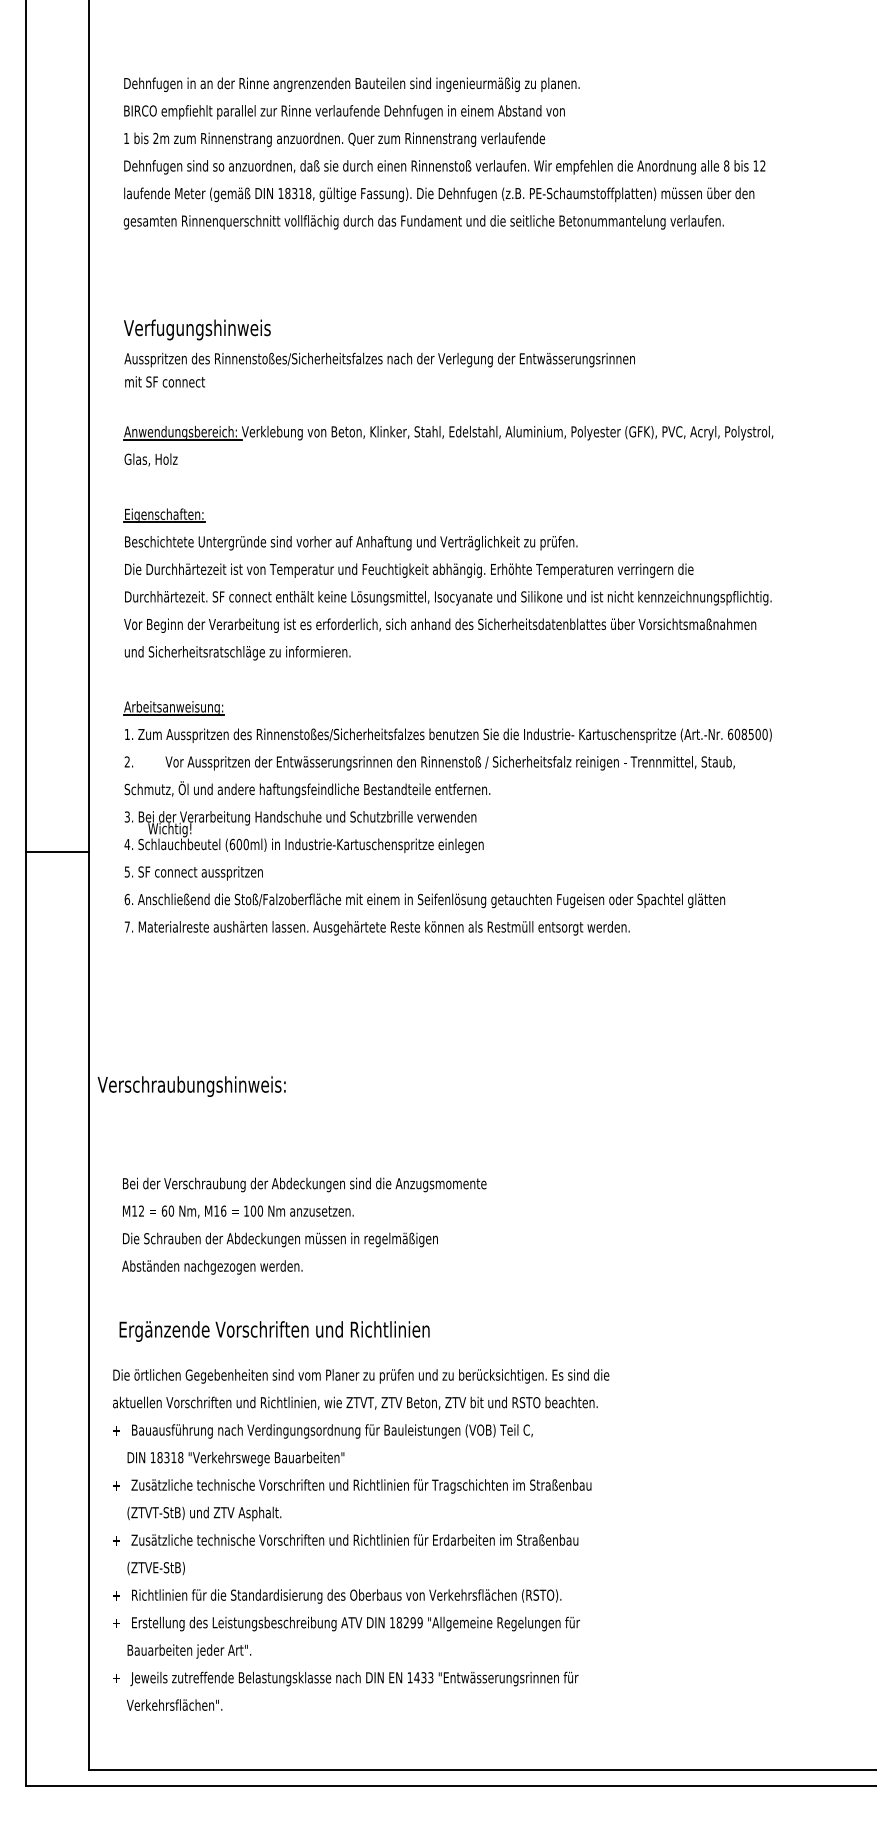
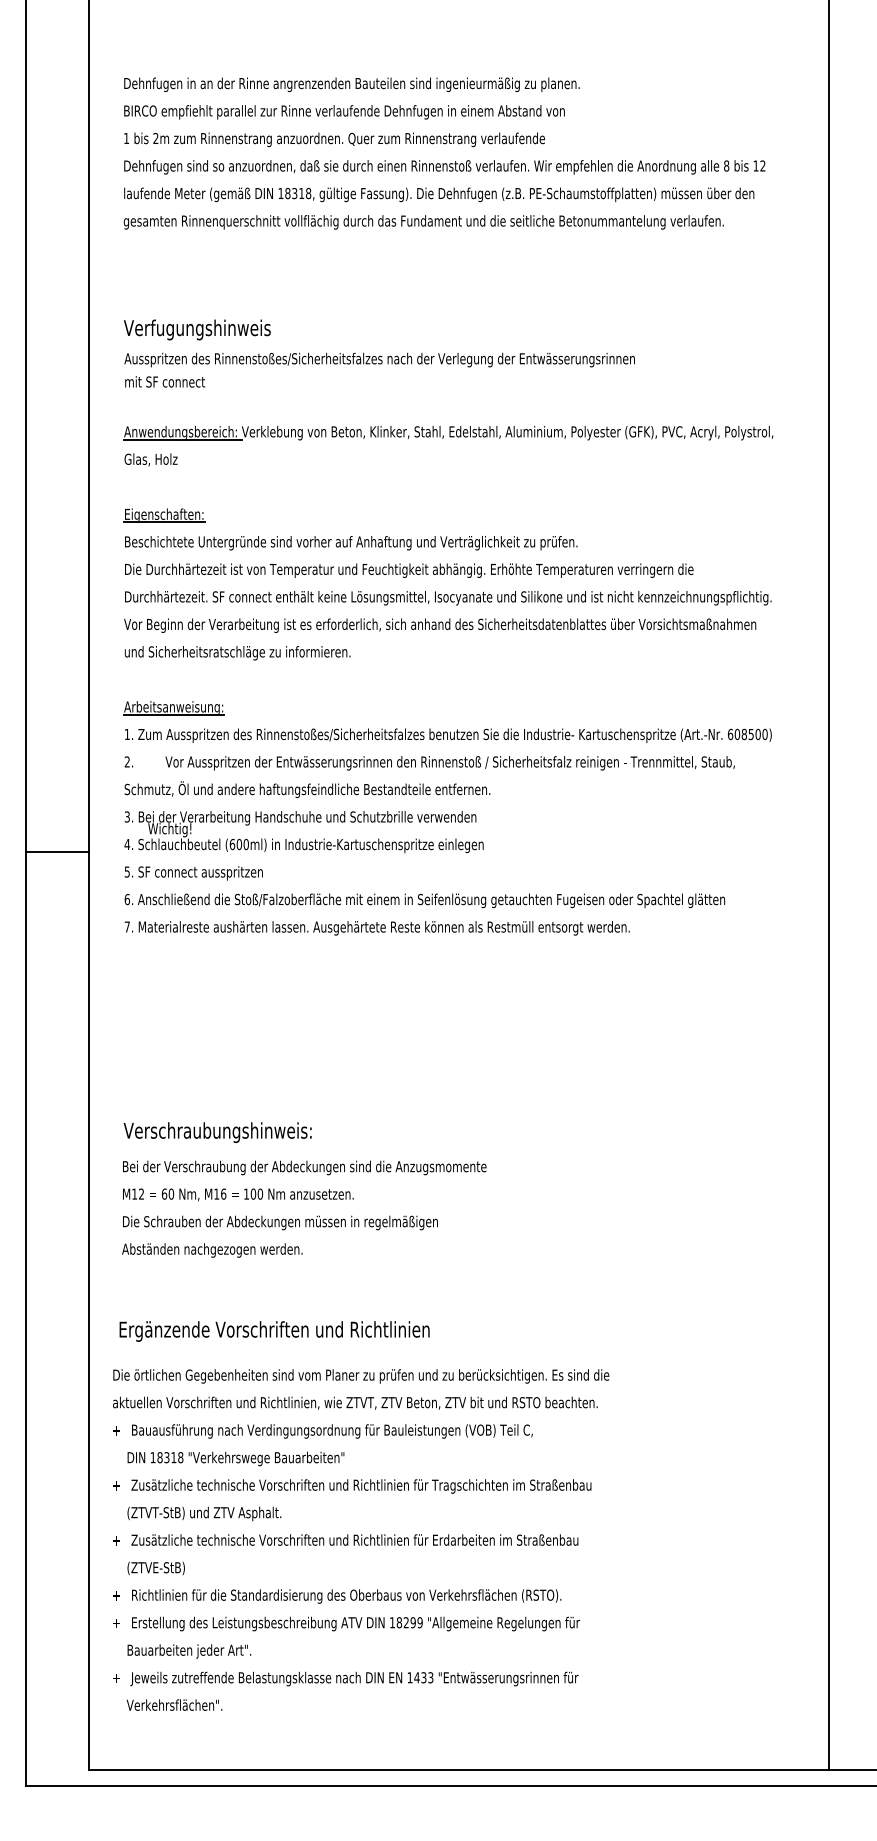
line at (828, 886): none -> present
text at (191, 1086) position: (191, 1086) -> (217, 1132)
text at (304, 1225) position: (304, 1225) -> (304, 1208)
